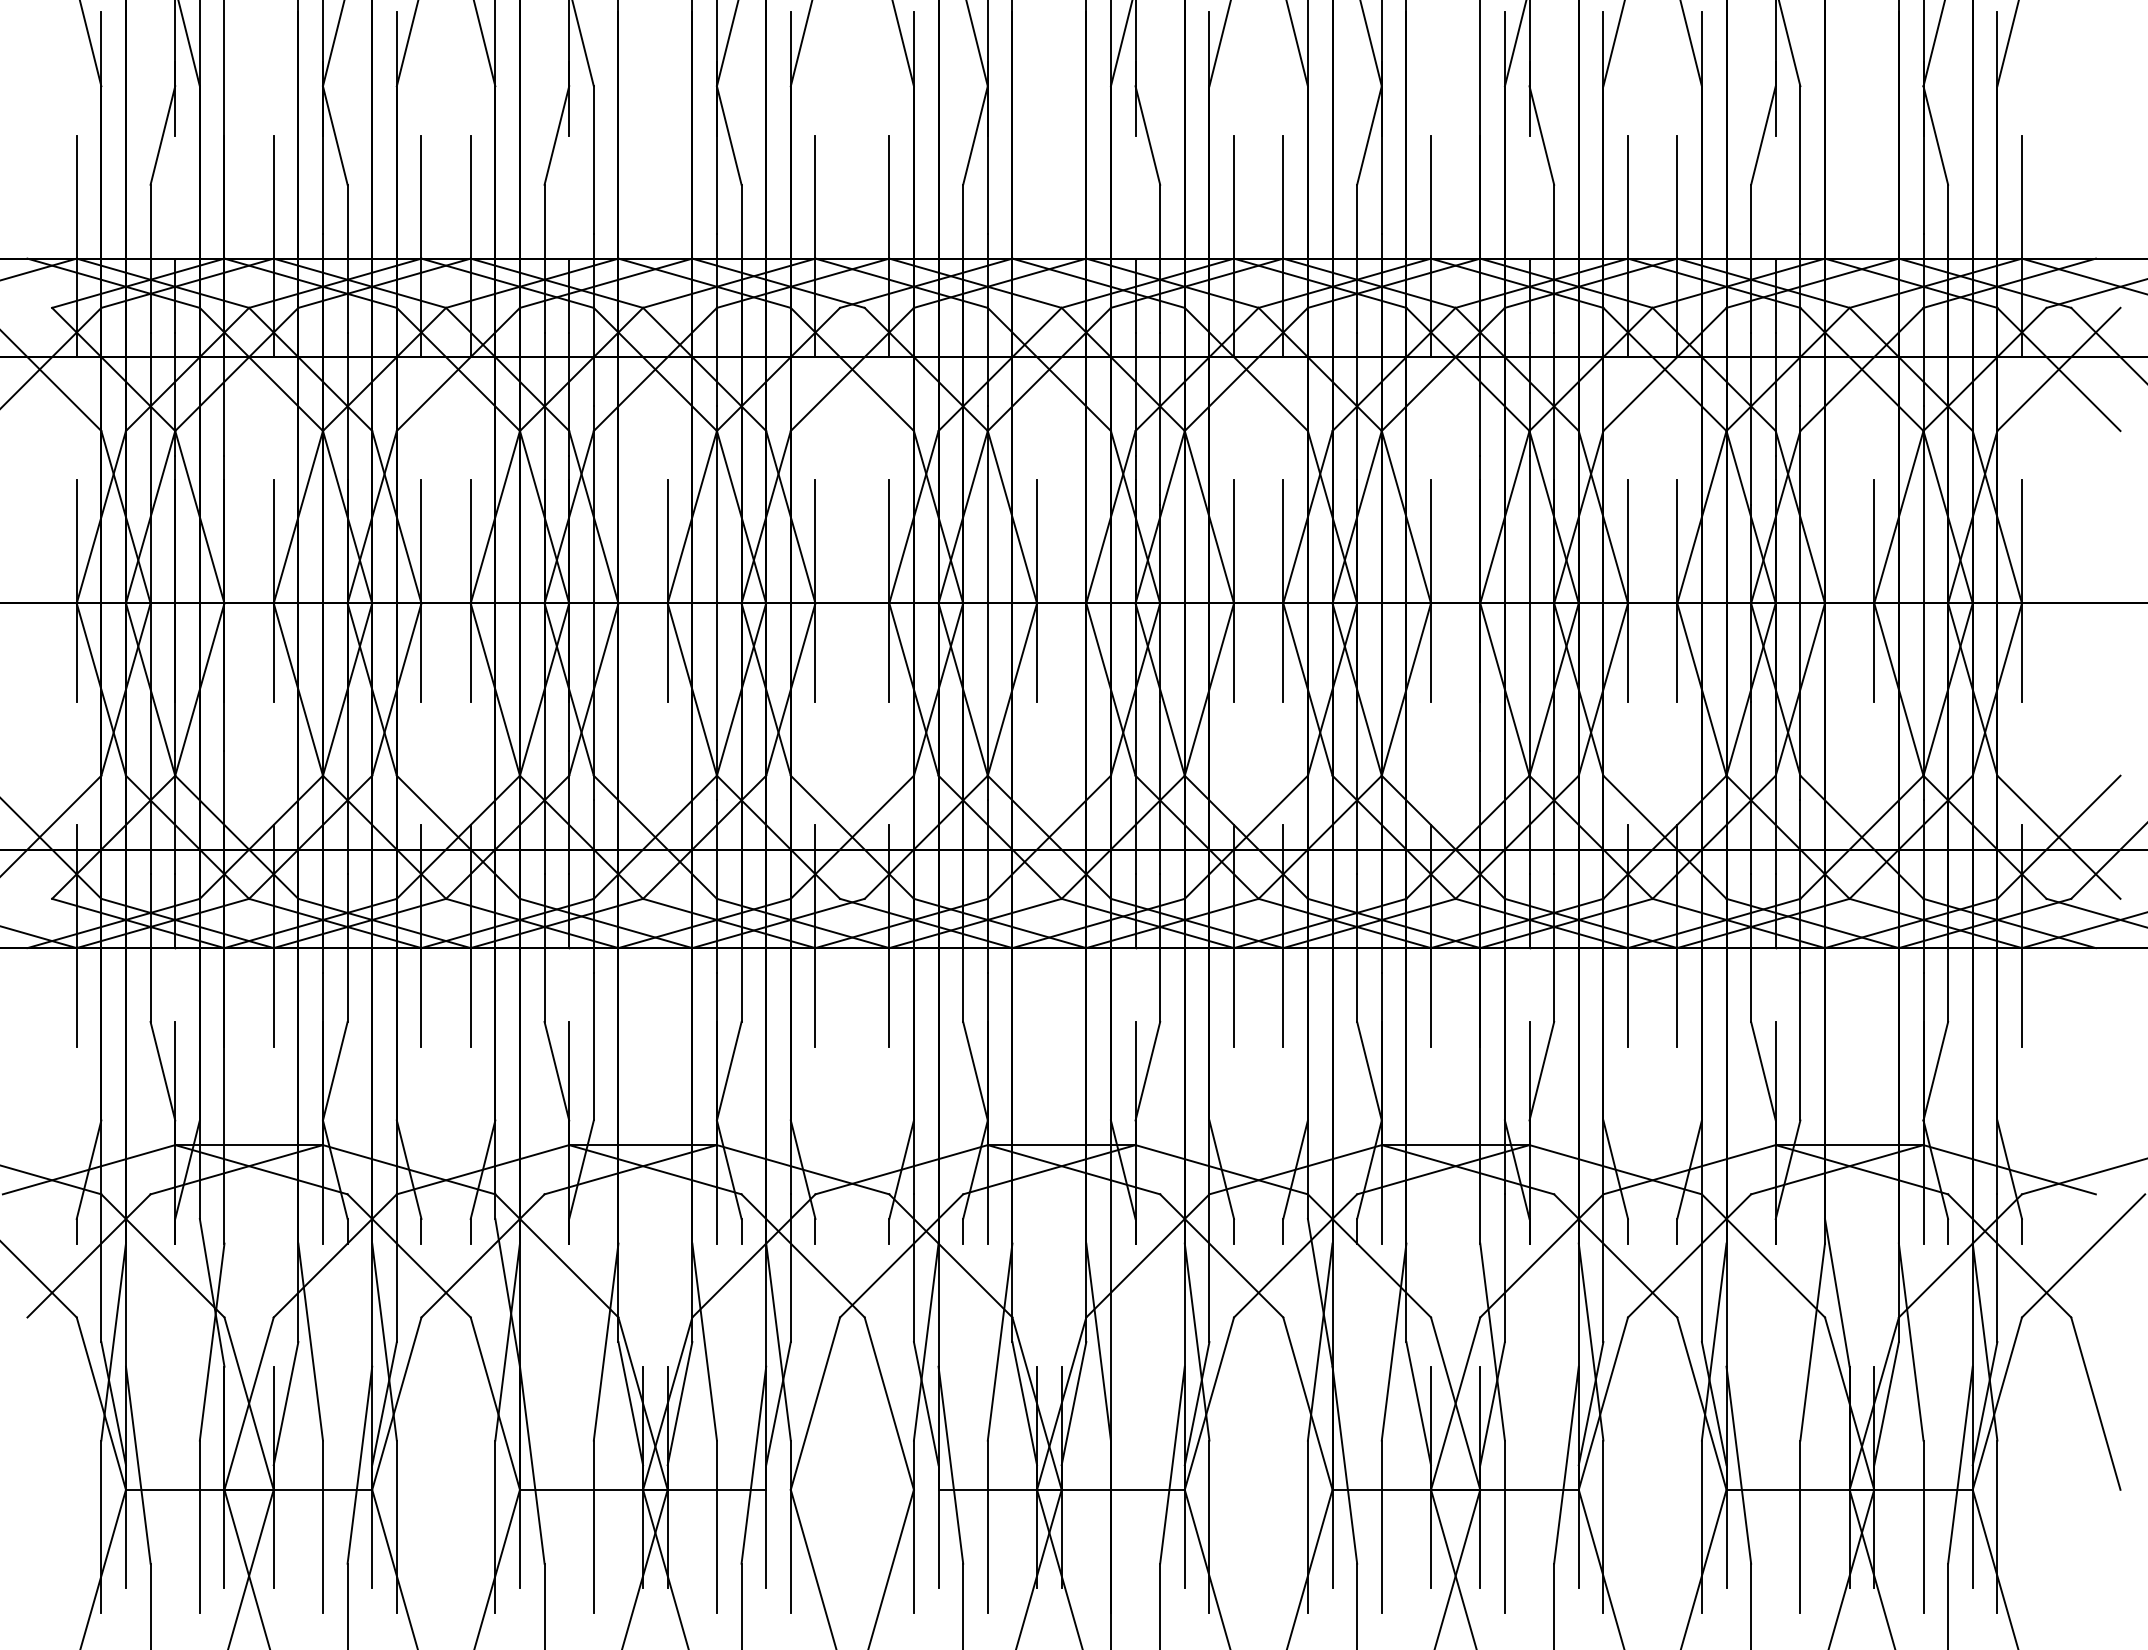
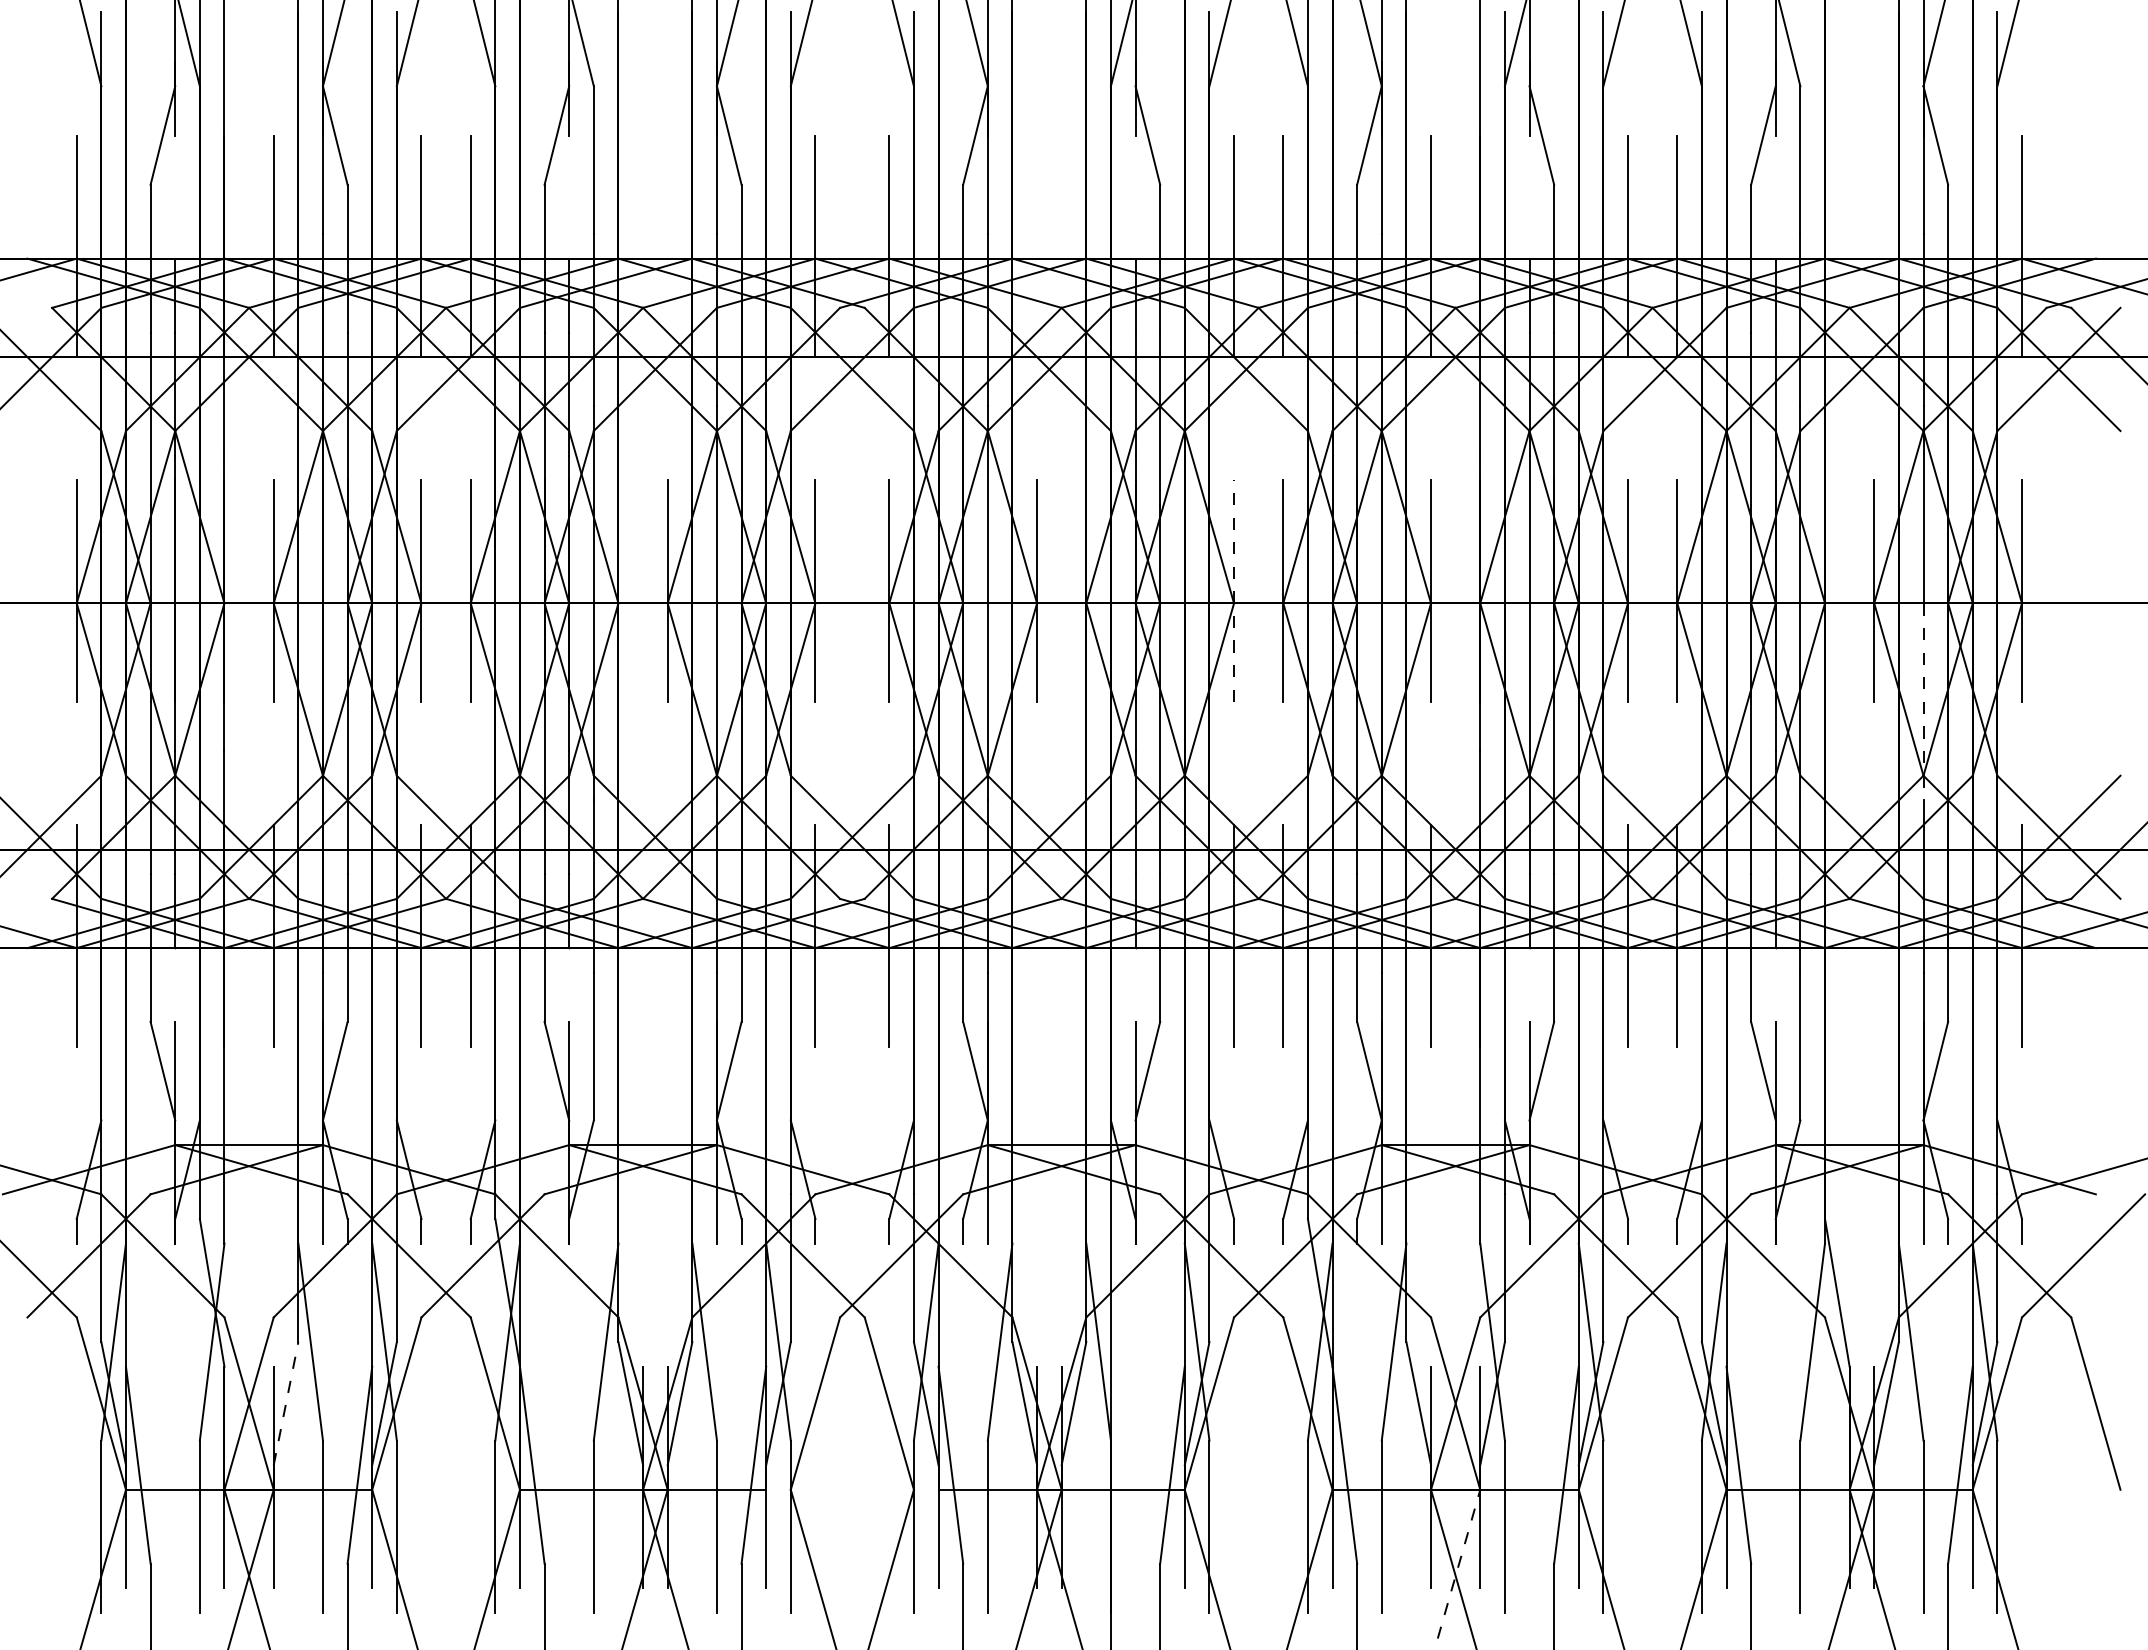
line at (1234, 591): solid -> dashed
line at (1923, 702): solid -> dashed
line at (286, 1403): solid -> dashed
line at (1457, 1569): solid -> dashed
